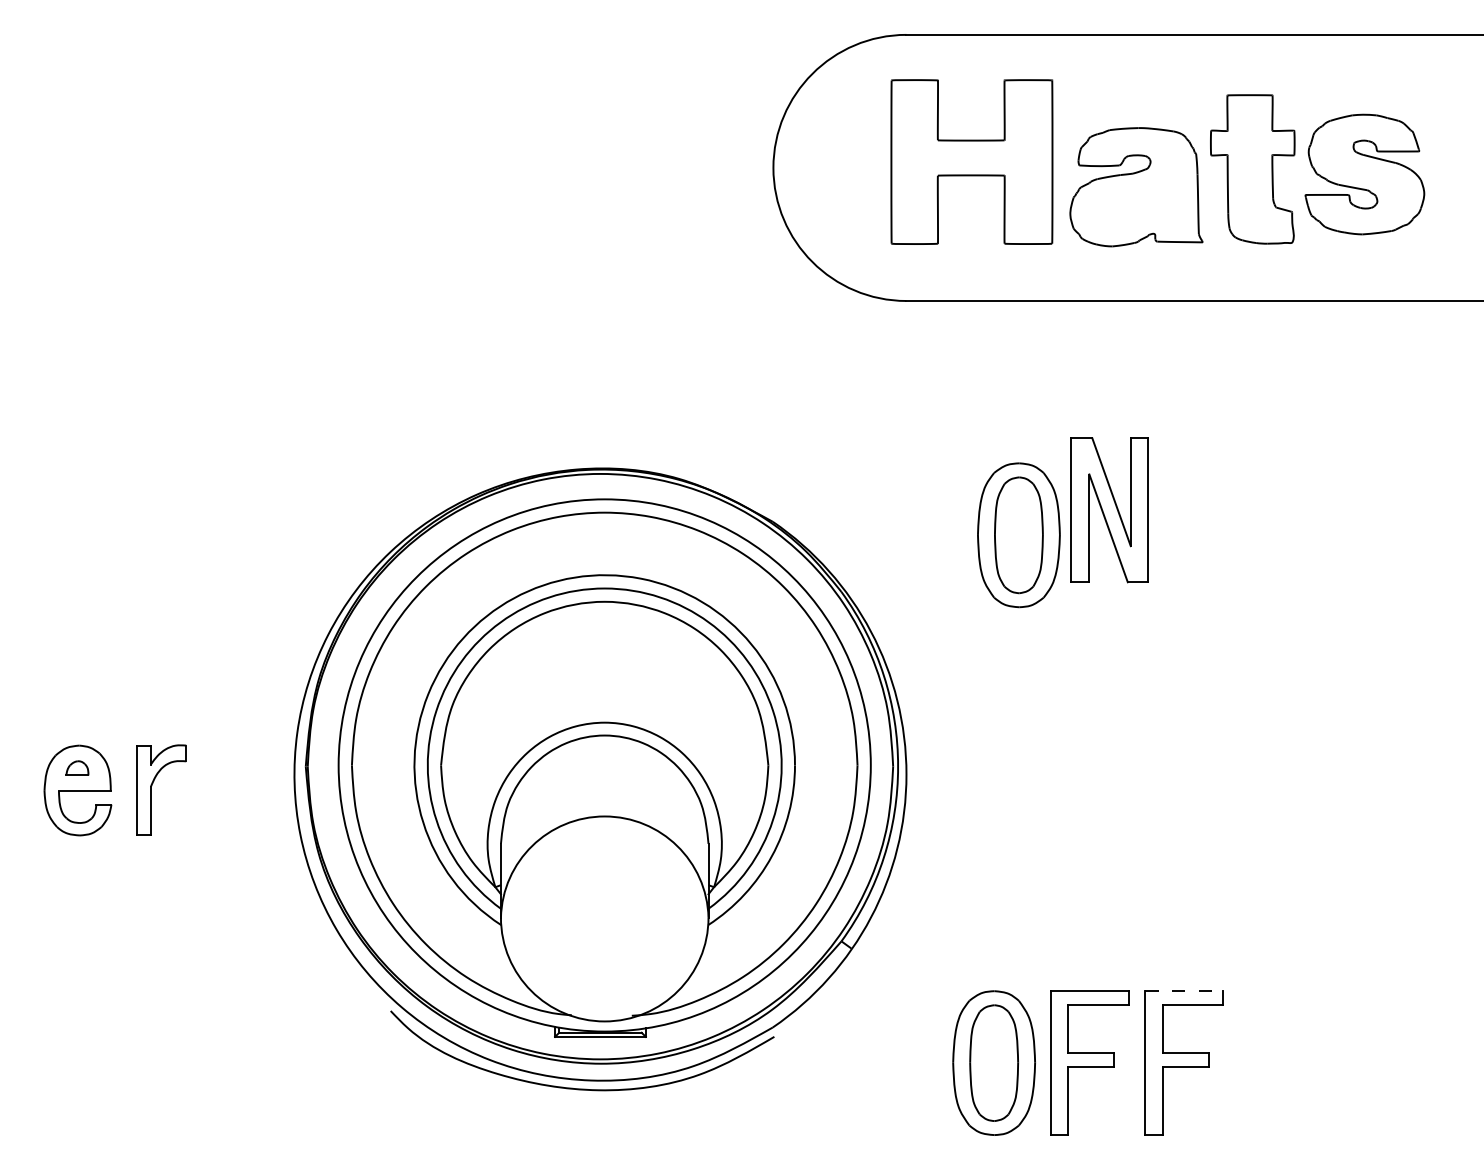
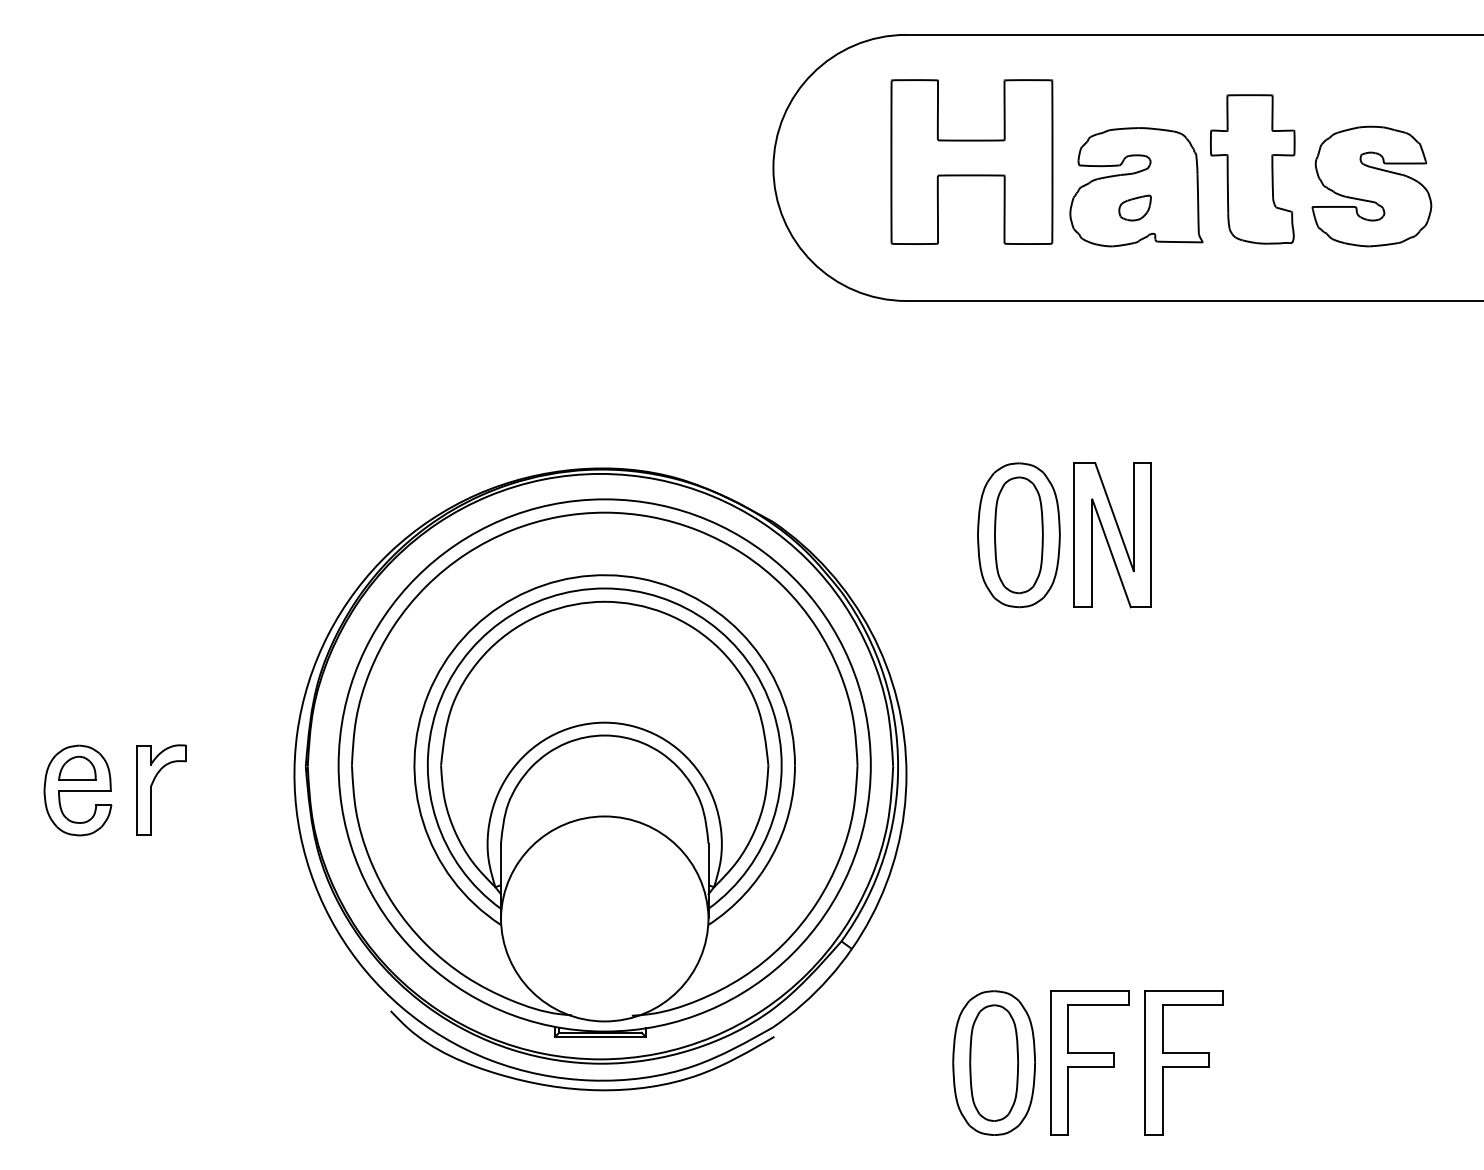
part at (1364, 174) position: (1364, 174) -> (1371, 186)
part at (1134, 207): none -> present
part at (1109, 510) position: (1109, 510) -> (1112, 535)
part at (77, 767) size: 25x16 px -> 39x26 px
line at (1184, 991): dashed -> solid
